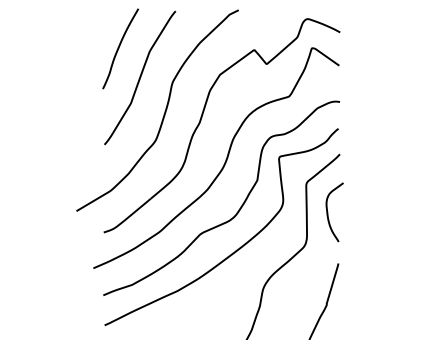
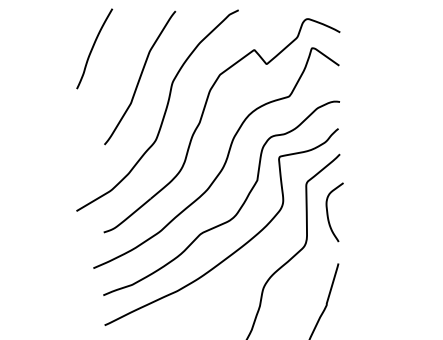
curve at (119, 48) position: (119, 48) -> (93, 48)
